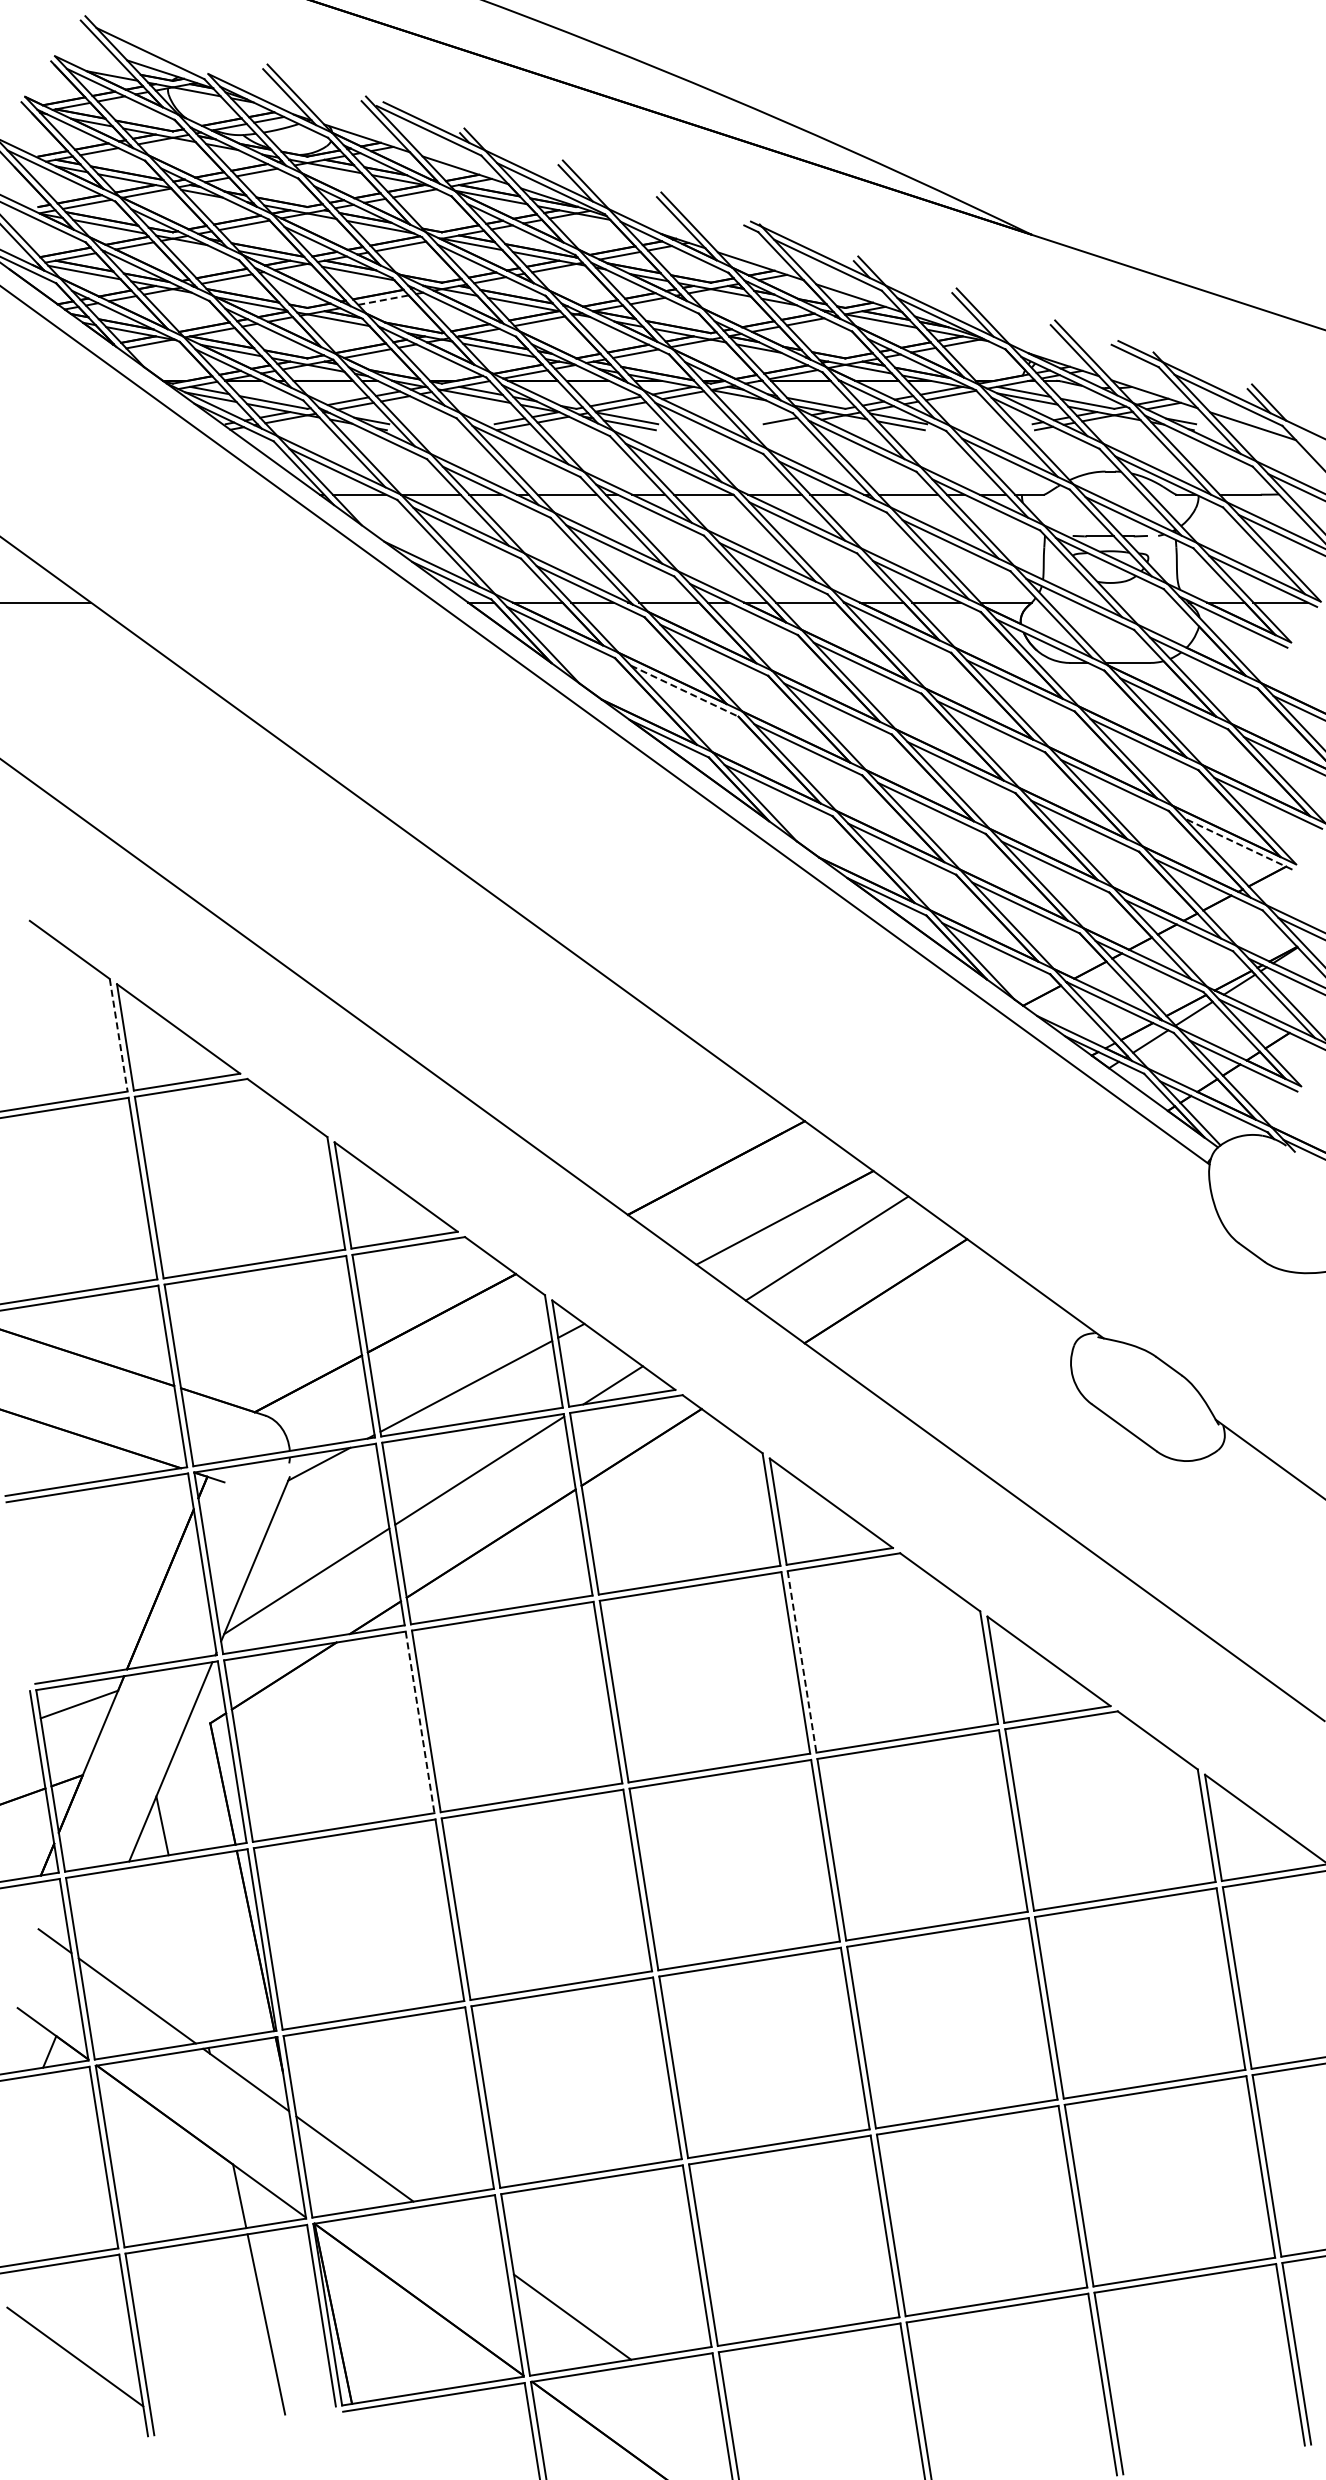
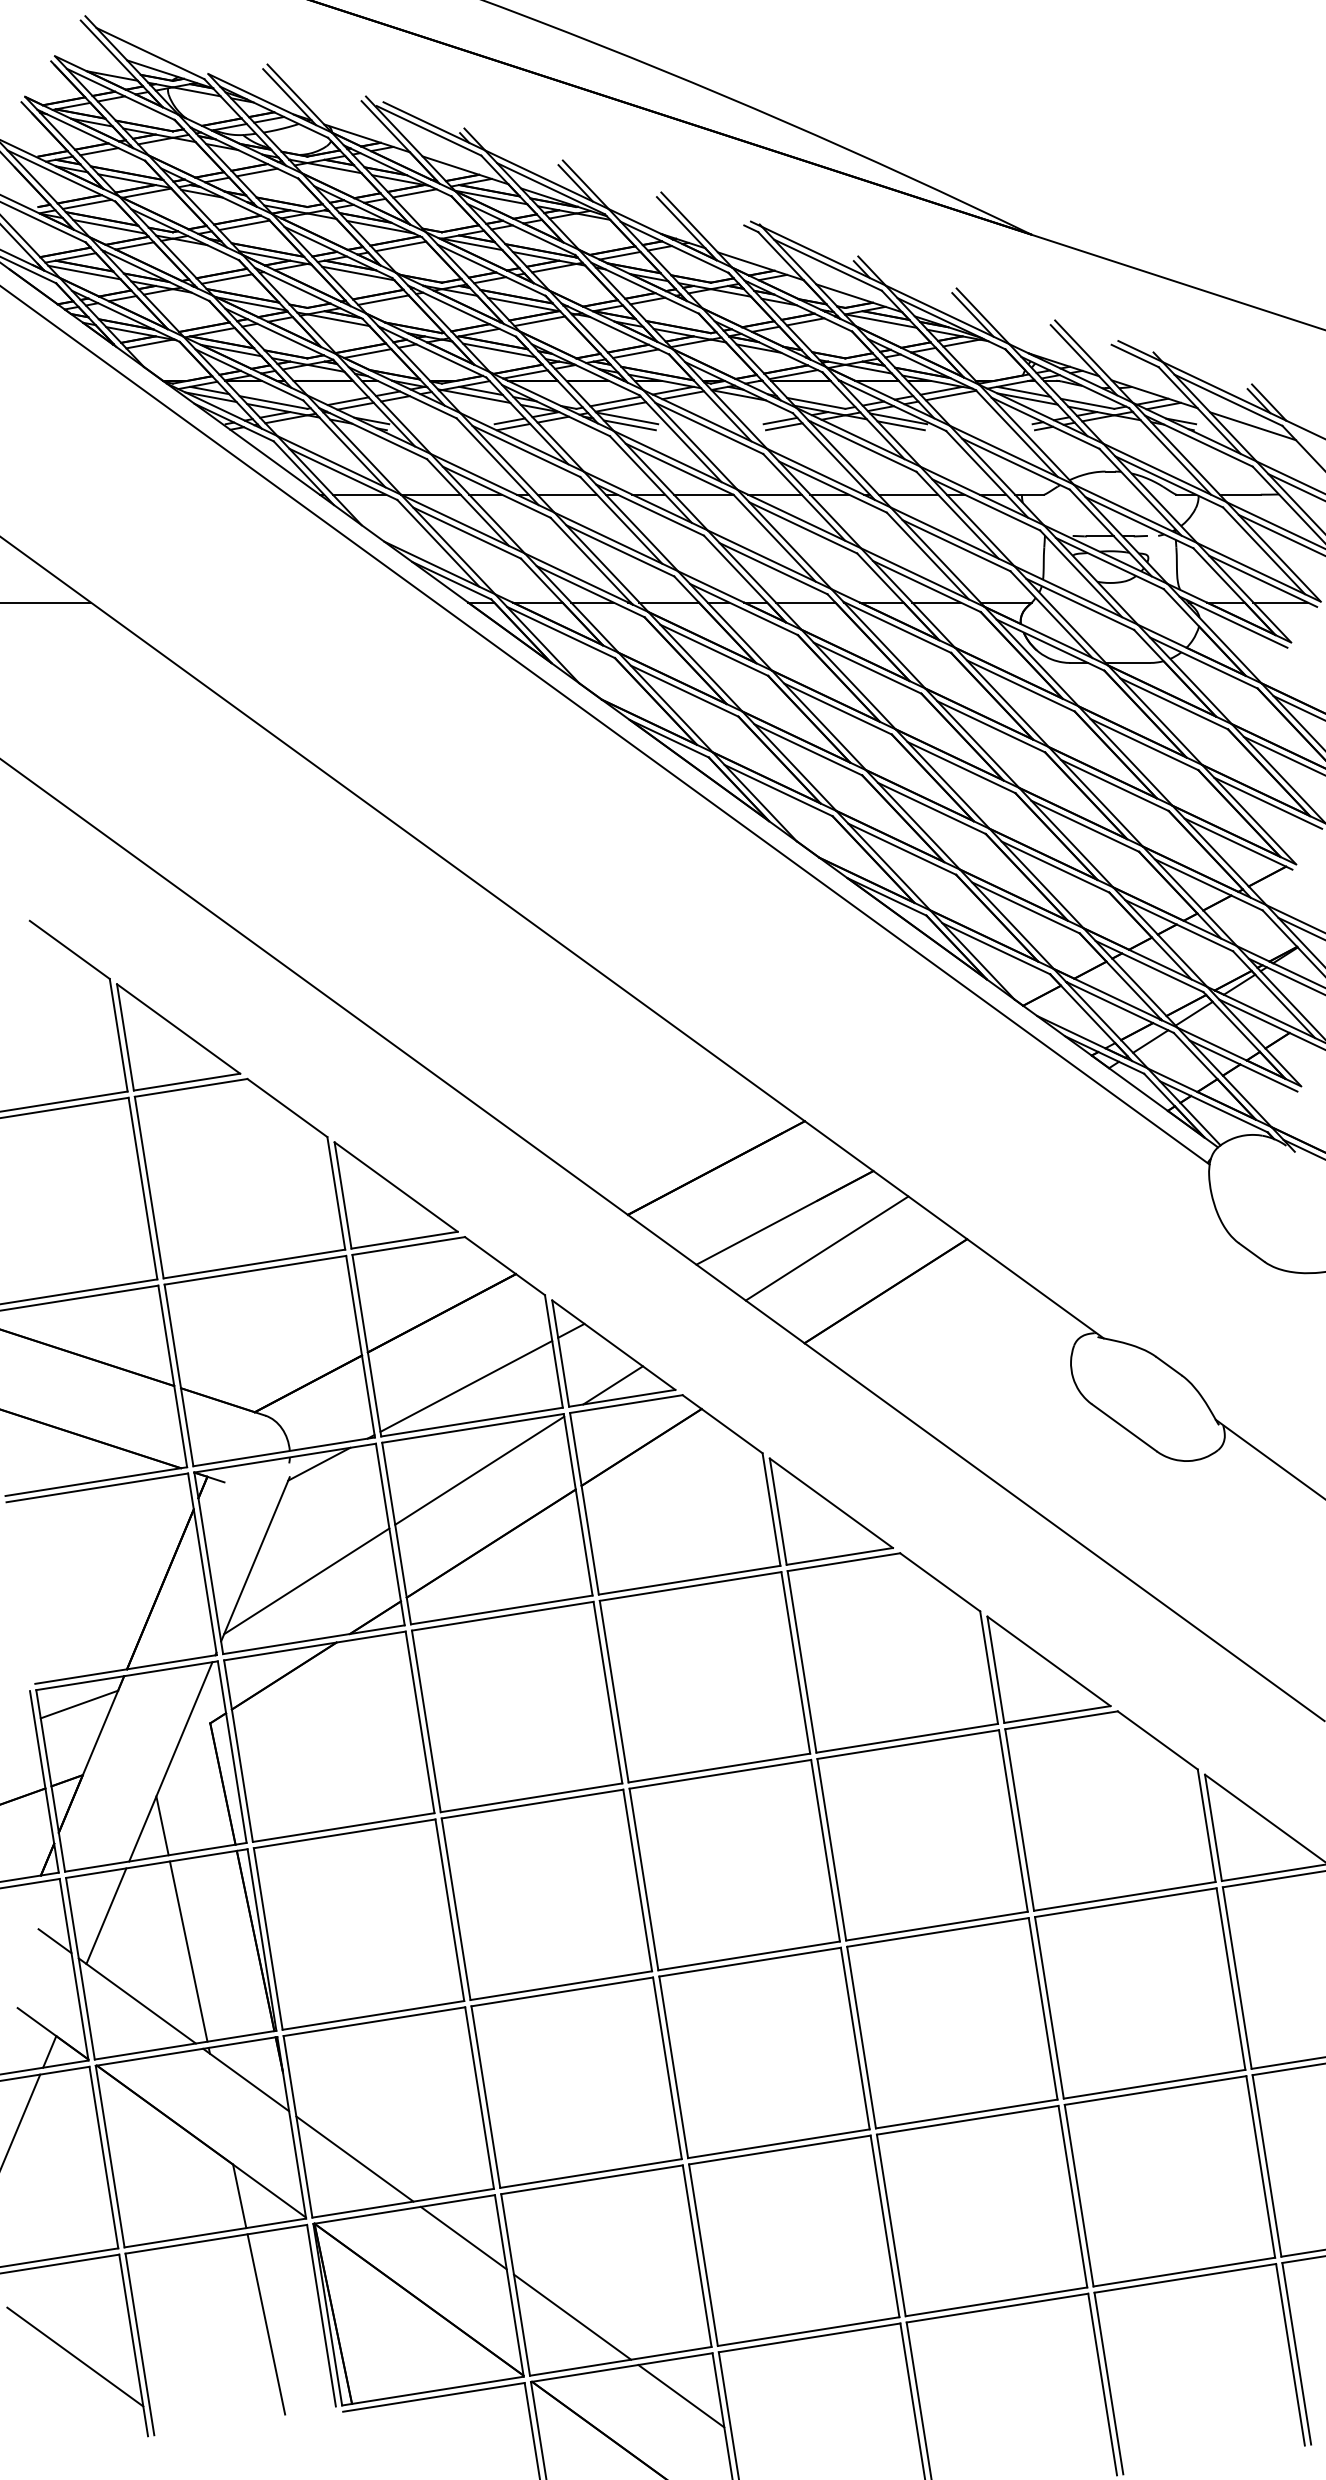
line at (383, 300): dashed -> solid
line at (784, 426): none -> present
line at (684, 691): dashed -> solid
line at (1238, 844): dashed -> solid
line at (118, 1035): dashed -> solid
line at (802, 1661): dashed -> solid
line at (420, 1722): dashed -> solid
line at (106, 1915): none -> present
line at (188, 1951): none -> present
line at (21, 2119): none -> present
line at (463, 2237): none -> present
line at (681, 2395): none -> present
